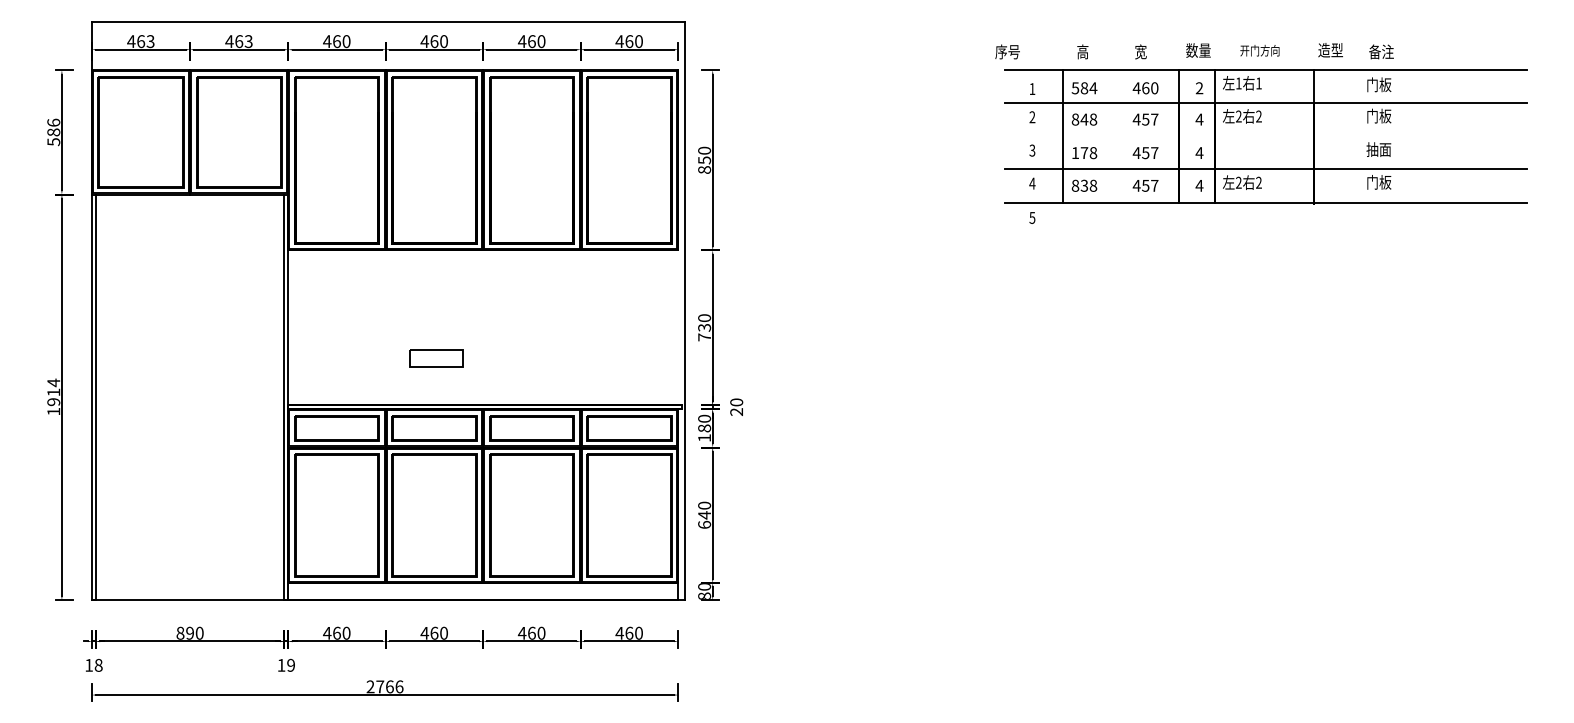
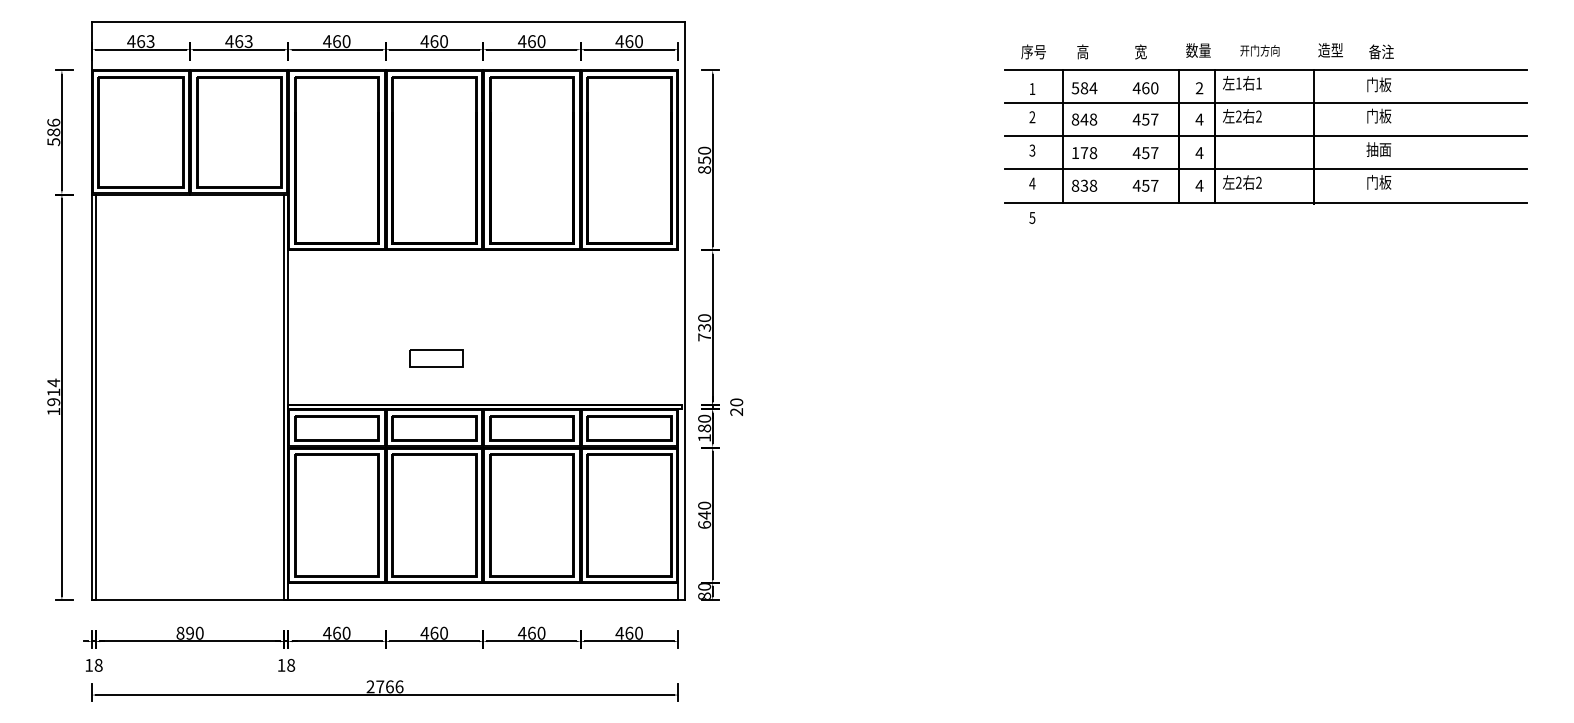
text at (1007, 51) position: (1007, 51) -> (1033, 51)
line at (1265, 136): none -> present
text at (291, 665): 19 -> 18
